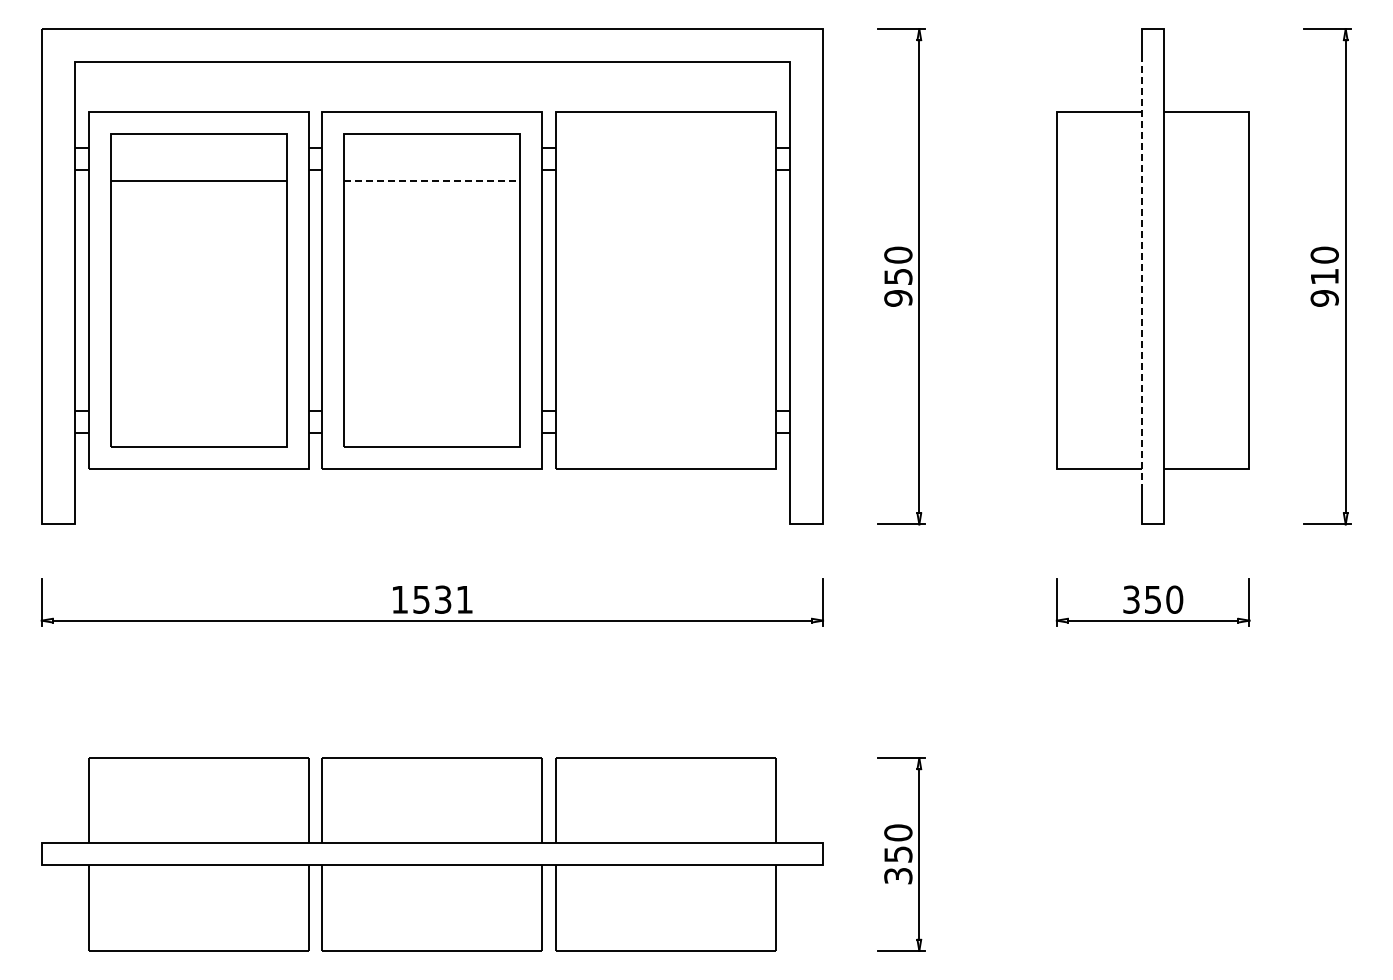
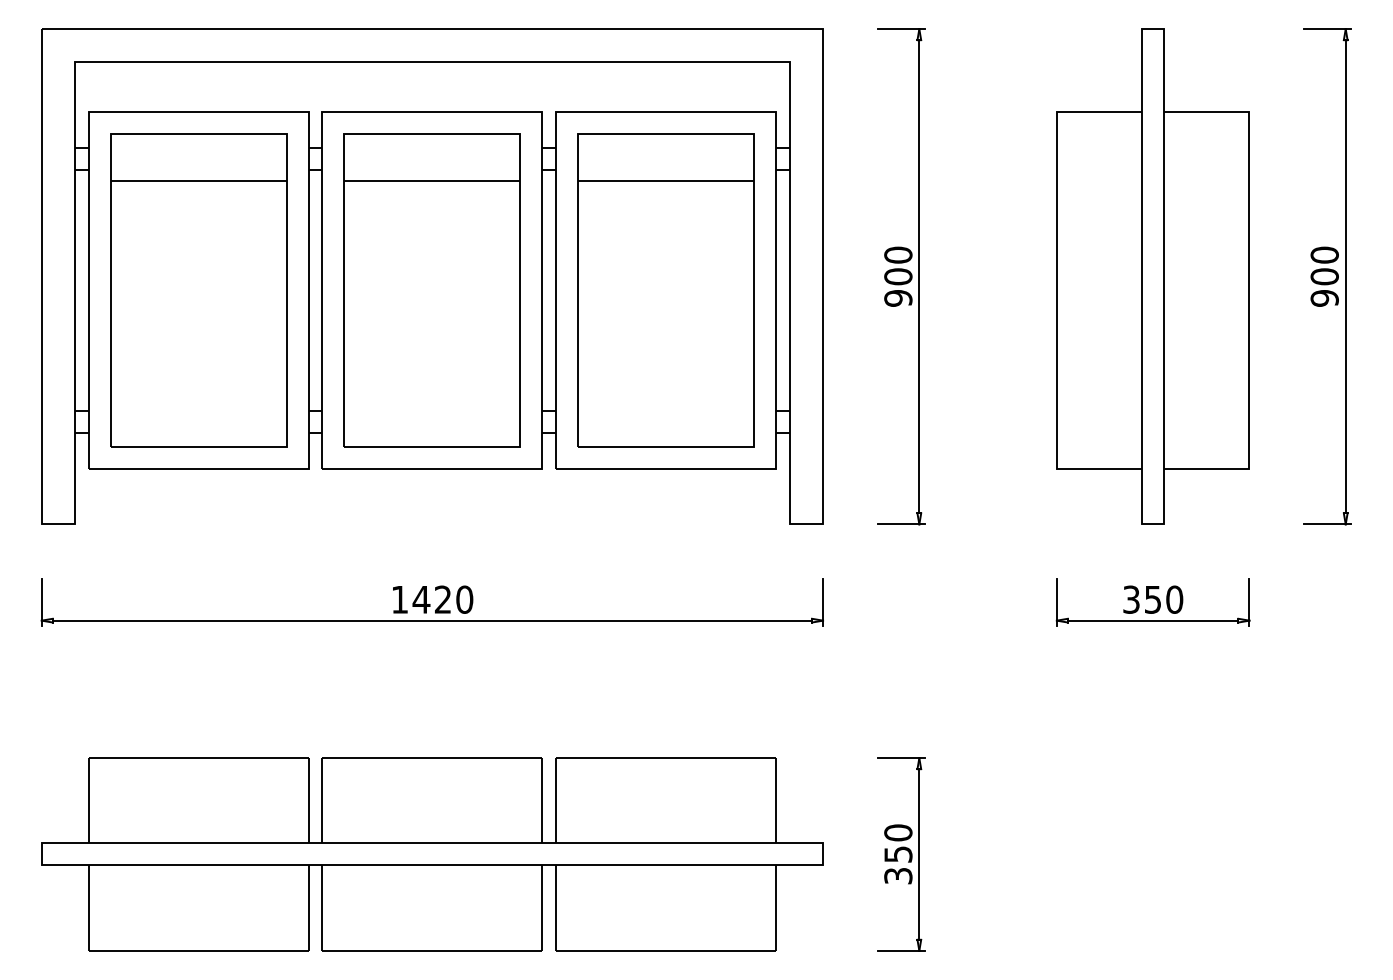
line at (432, 180): dashed -> solid
text at (898, 276): 950 -> 900
line at (1142, 276): dashed -> solid
text at (1324, 276): 910 -> 900
part at (665, 290): none -> present
text at (442, 599): 1531 -> 1420
